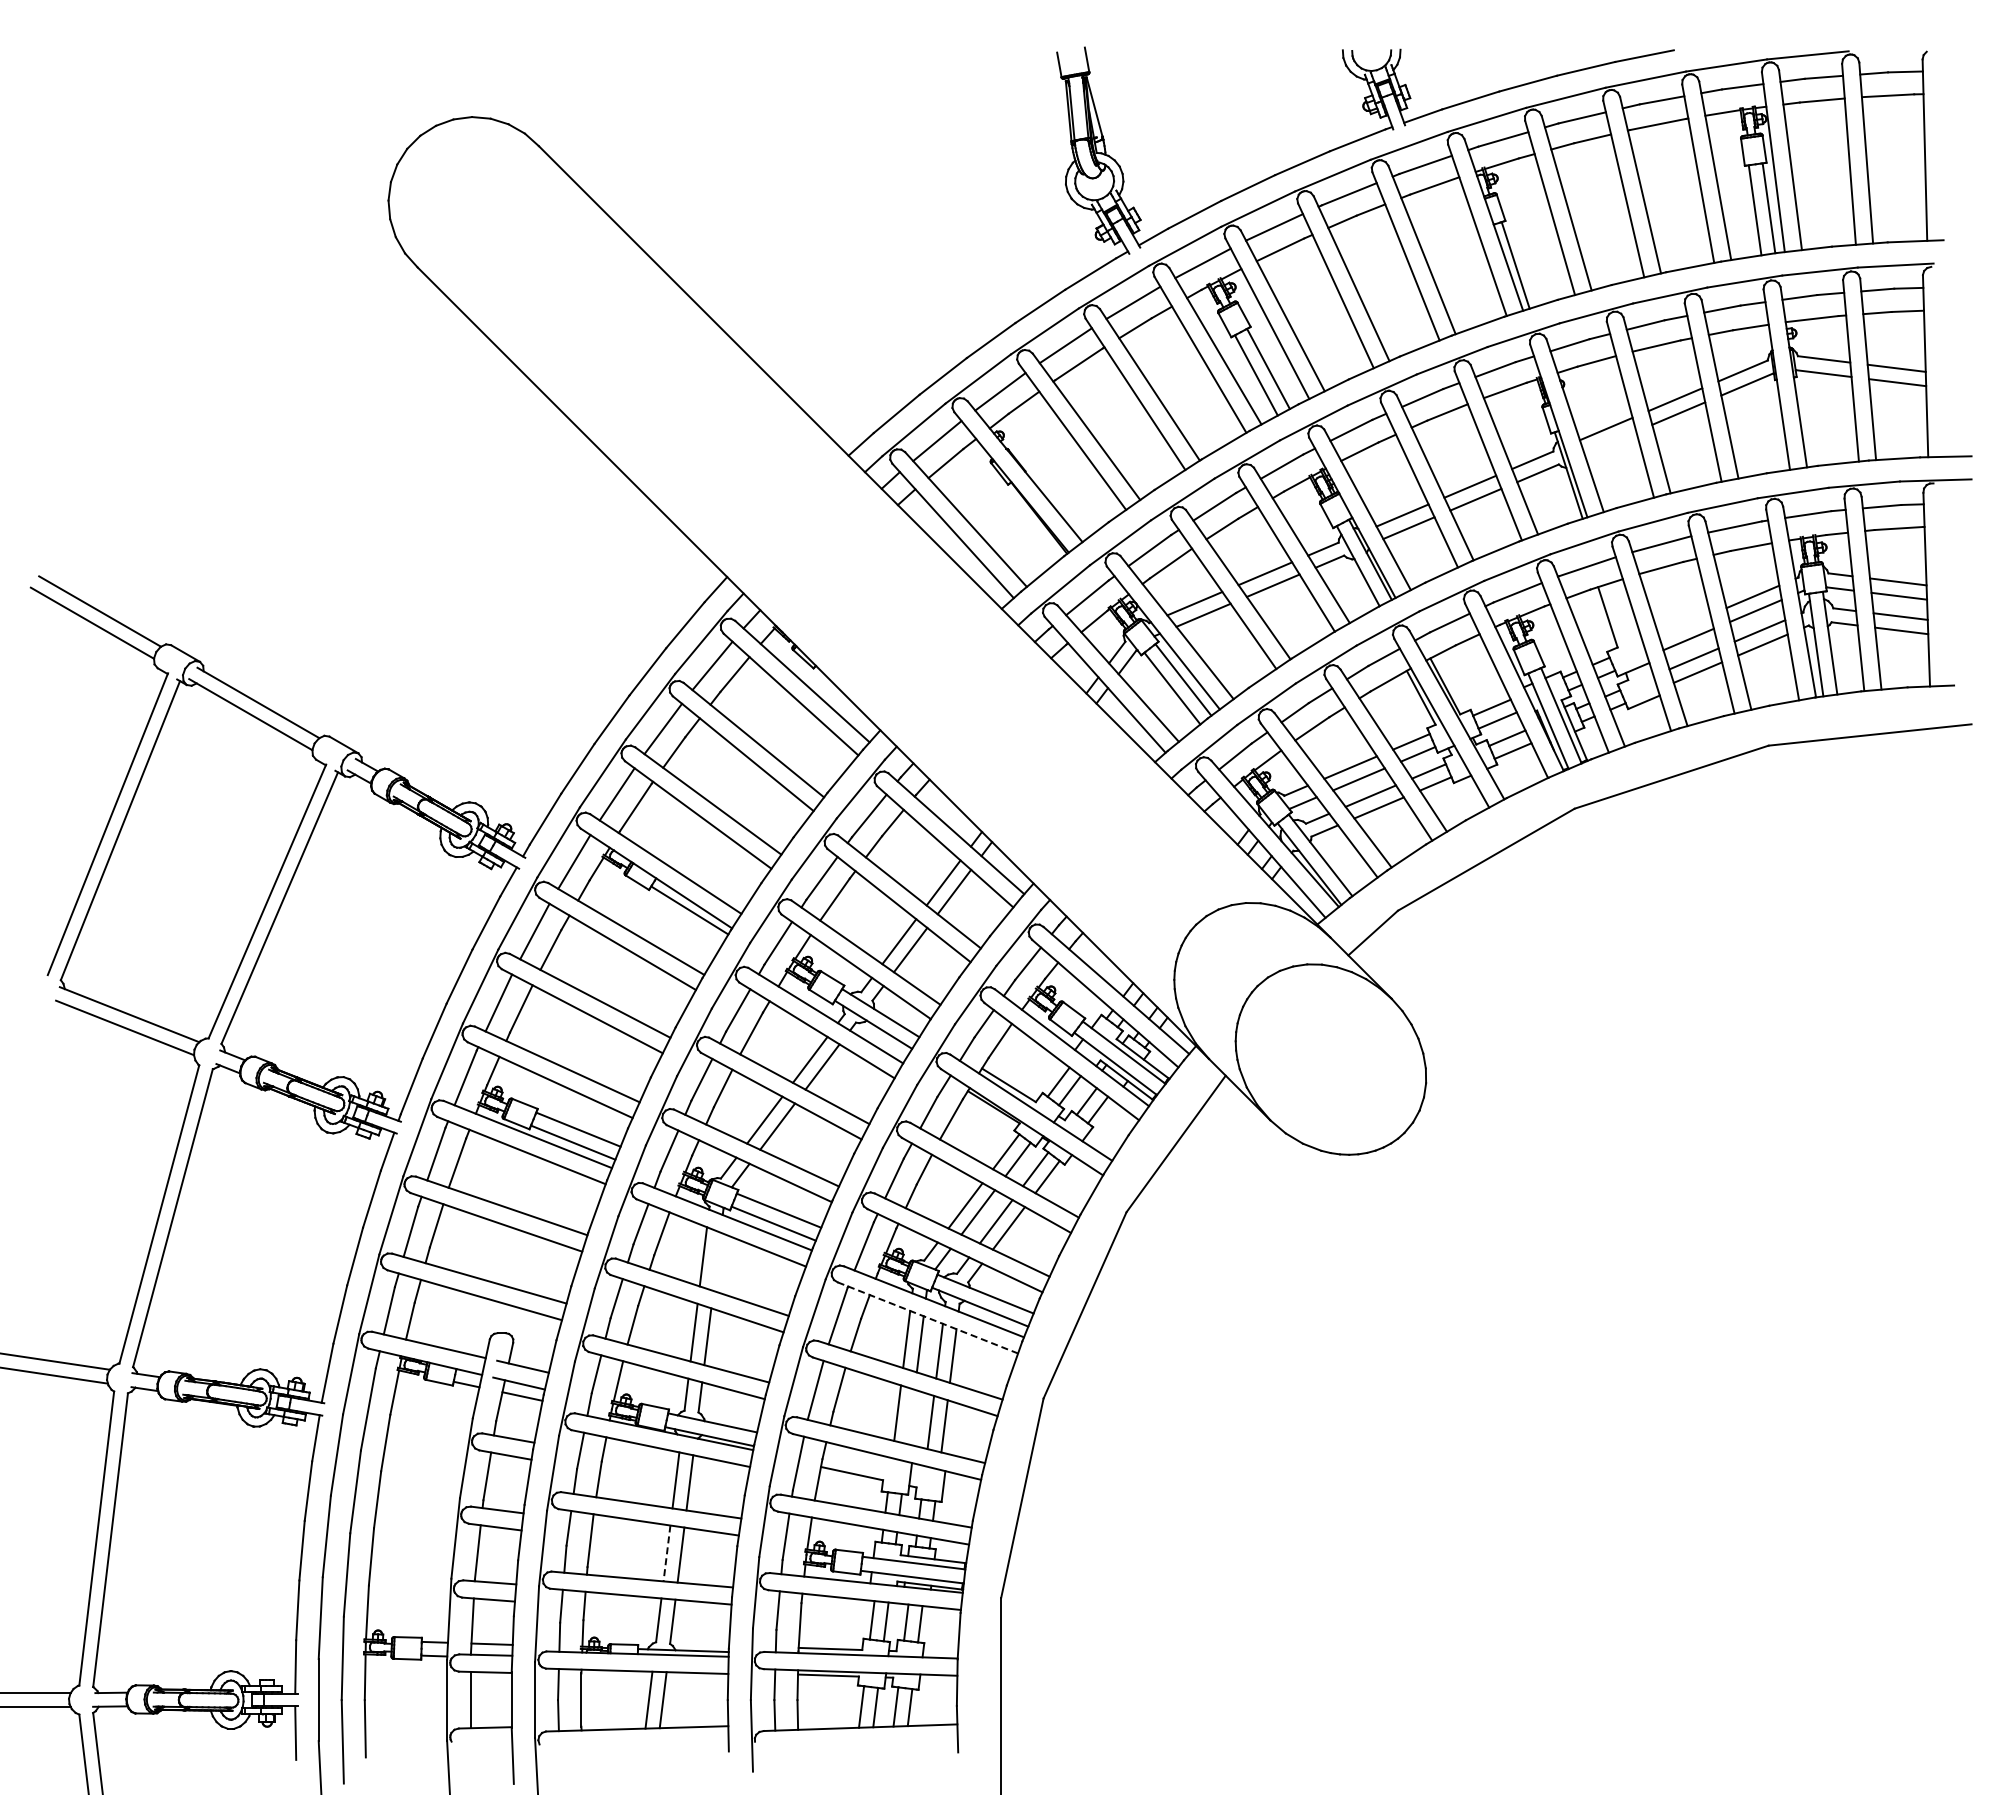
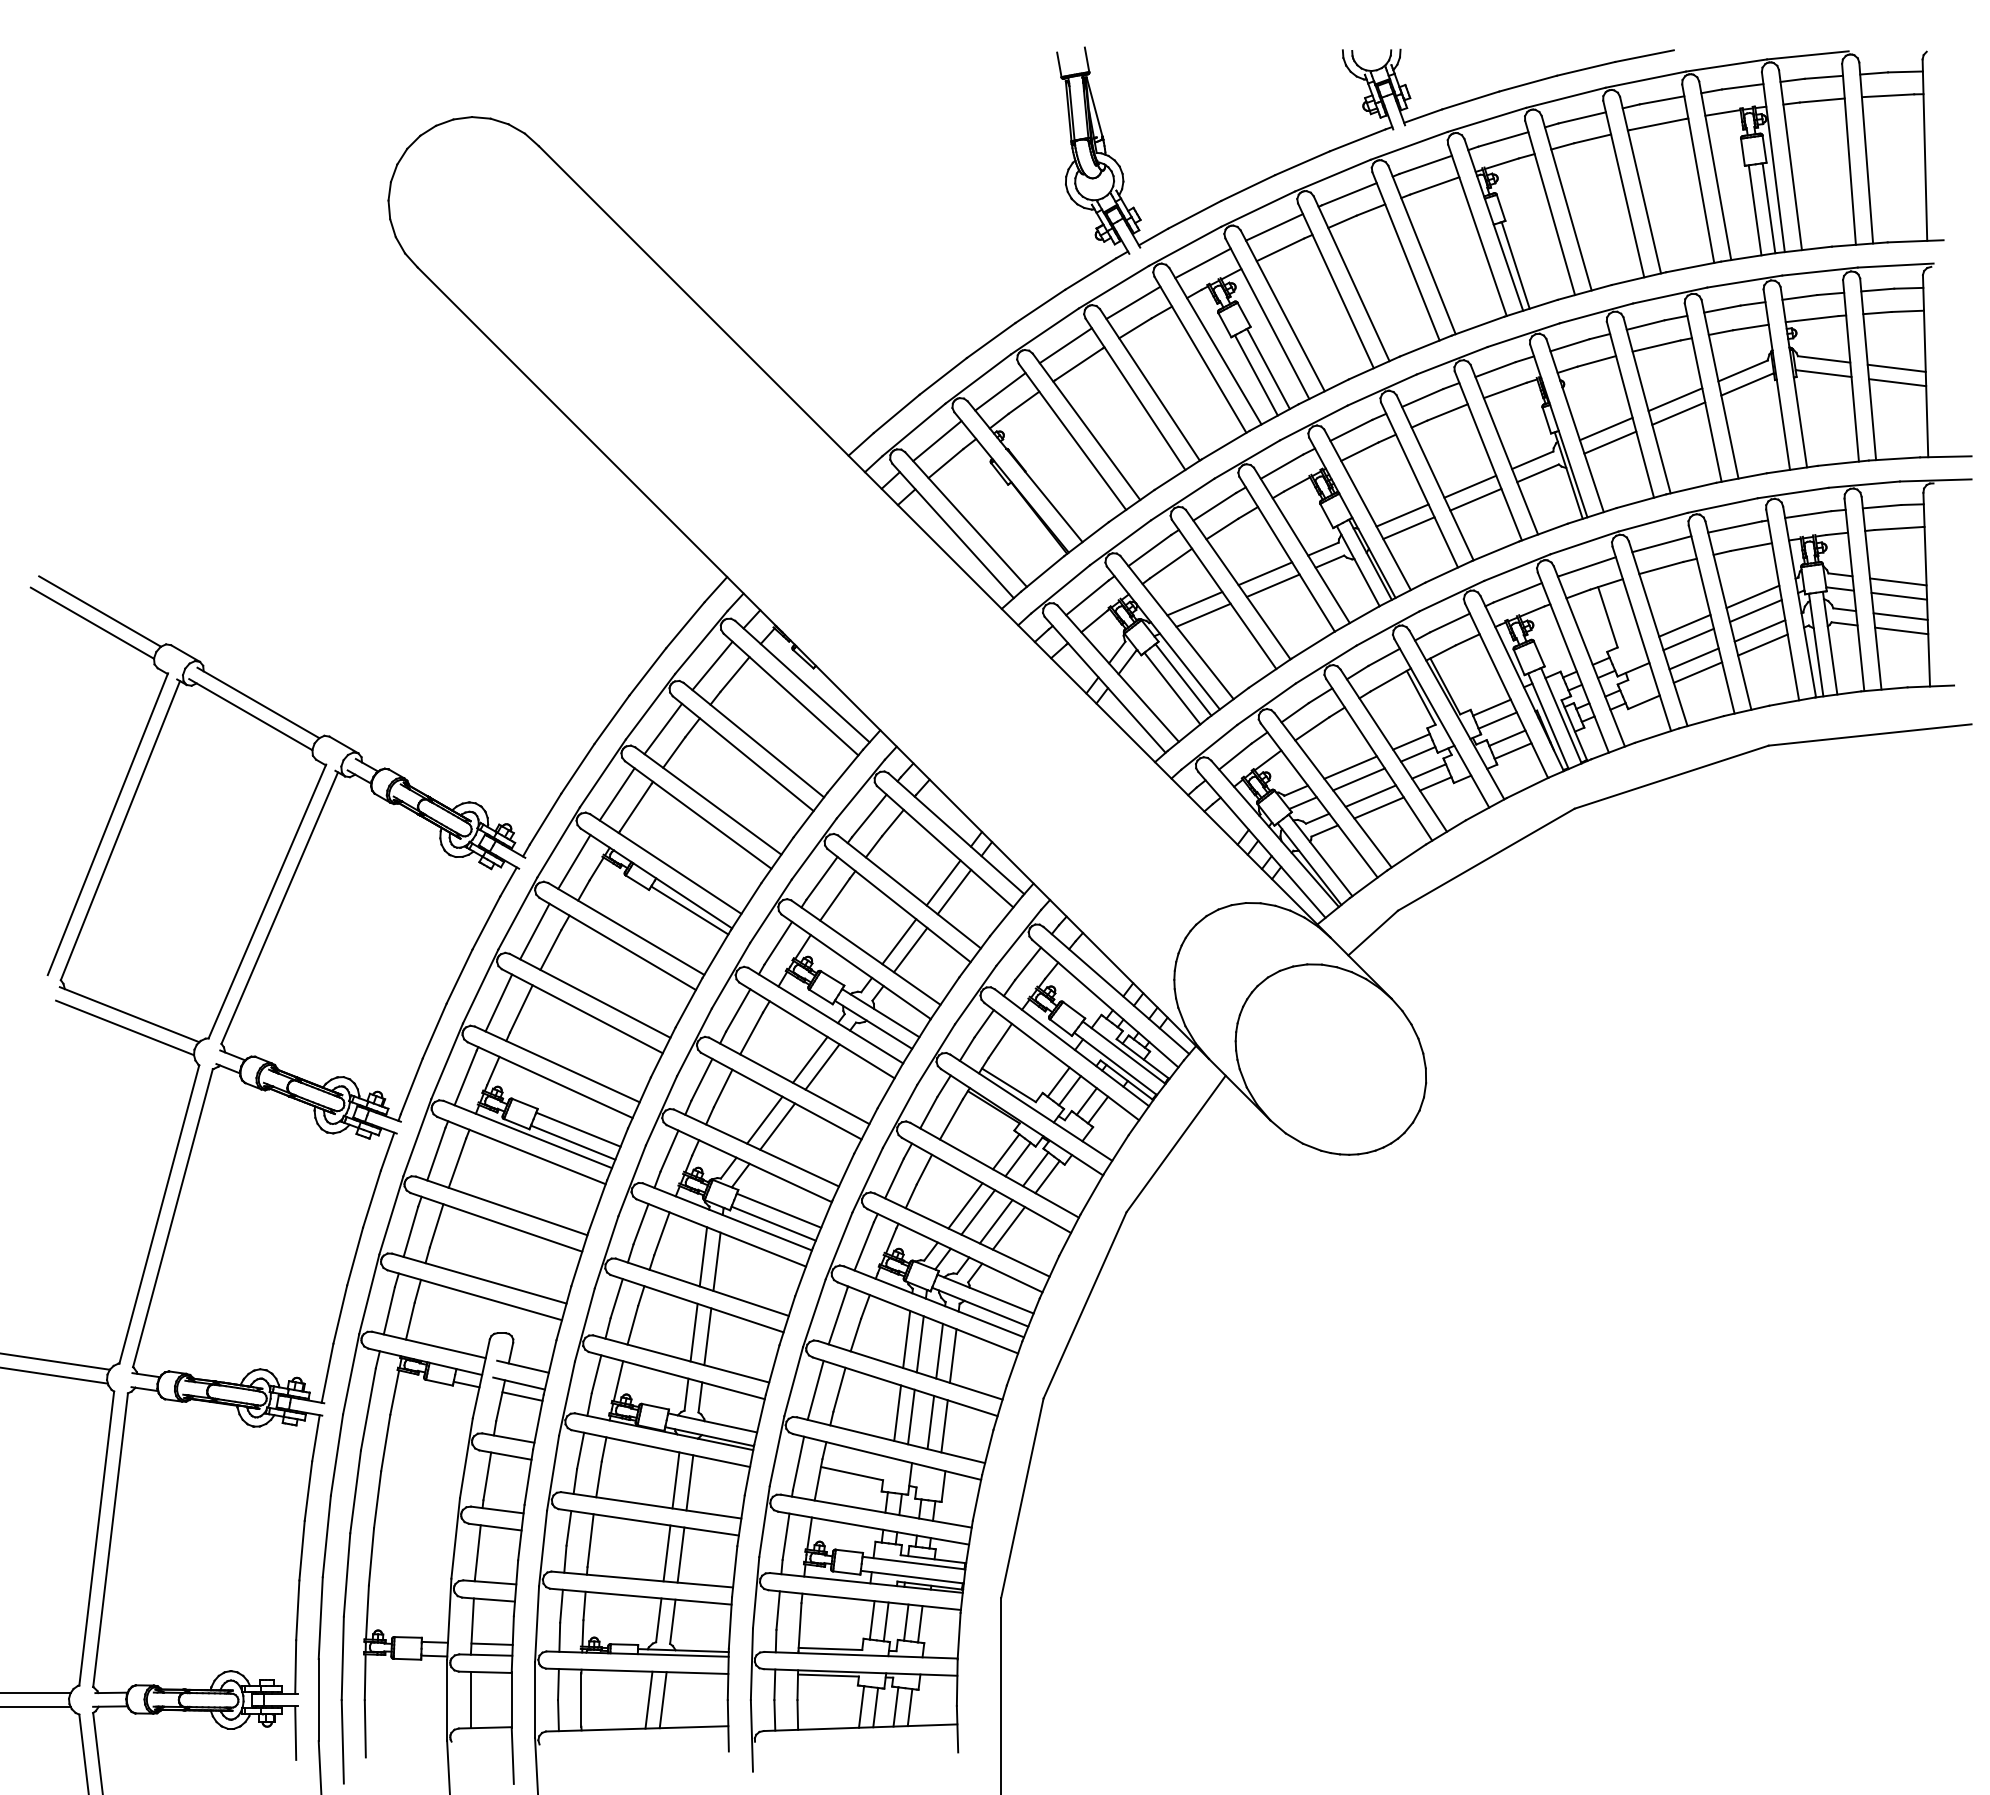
line at (1610, 442): none -> present
line at (1684, 625): none -> present
line at (716, 1261): none -> present
line at (927, 1317): dashed -> solid
line at (911, 1416): none -> present
line at (666, 1553): dashed -> solid
